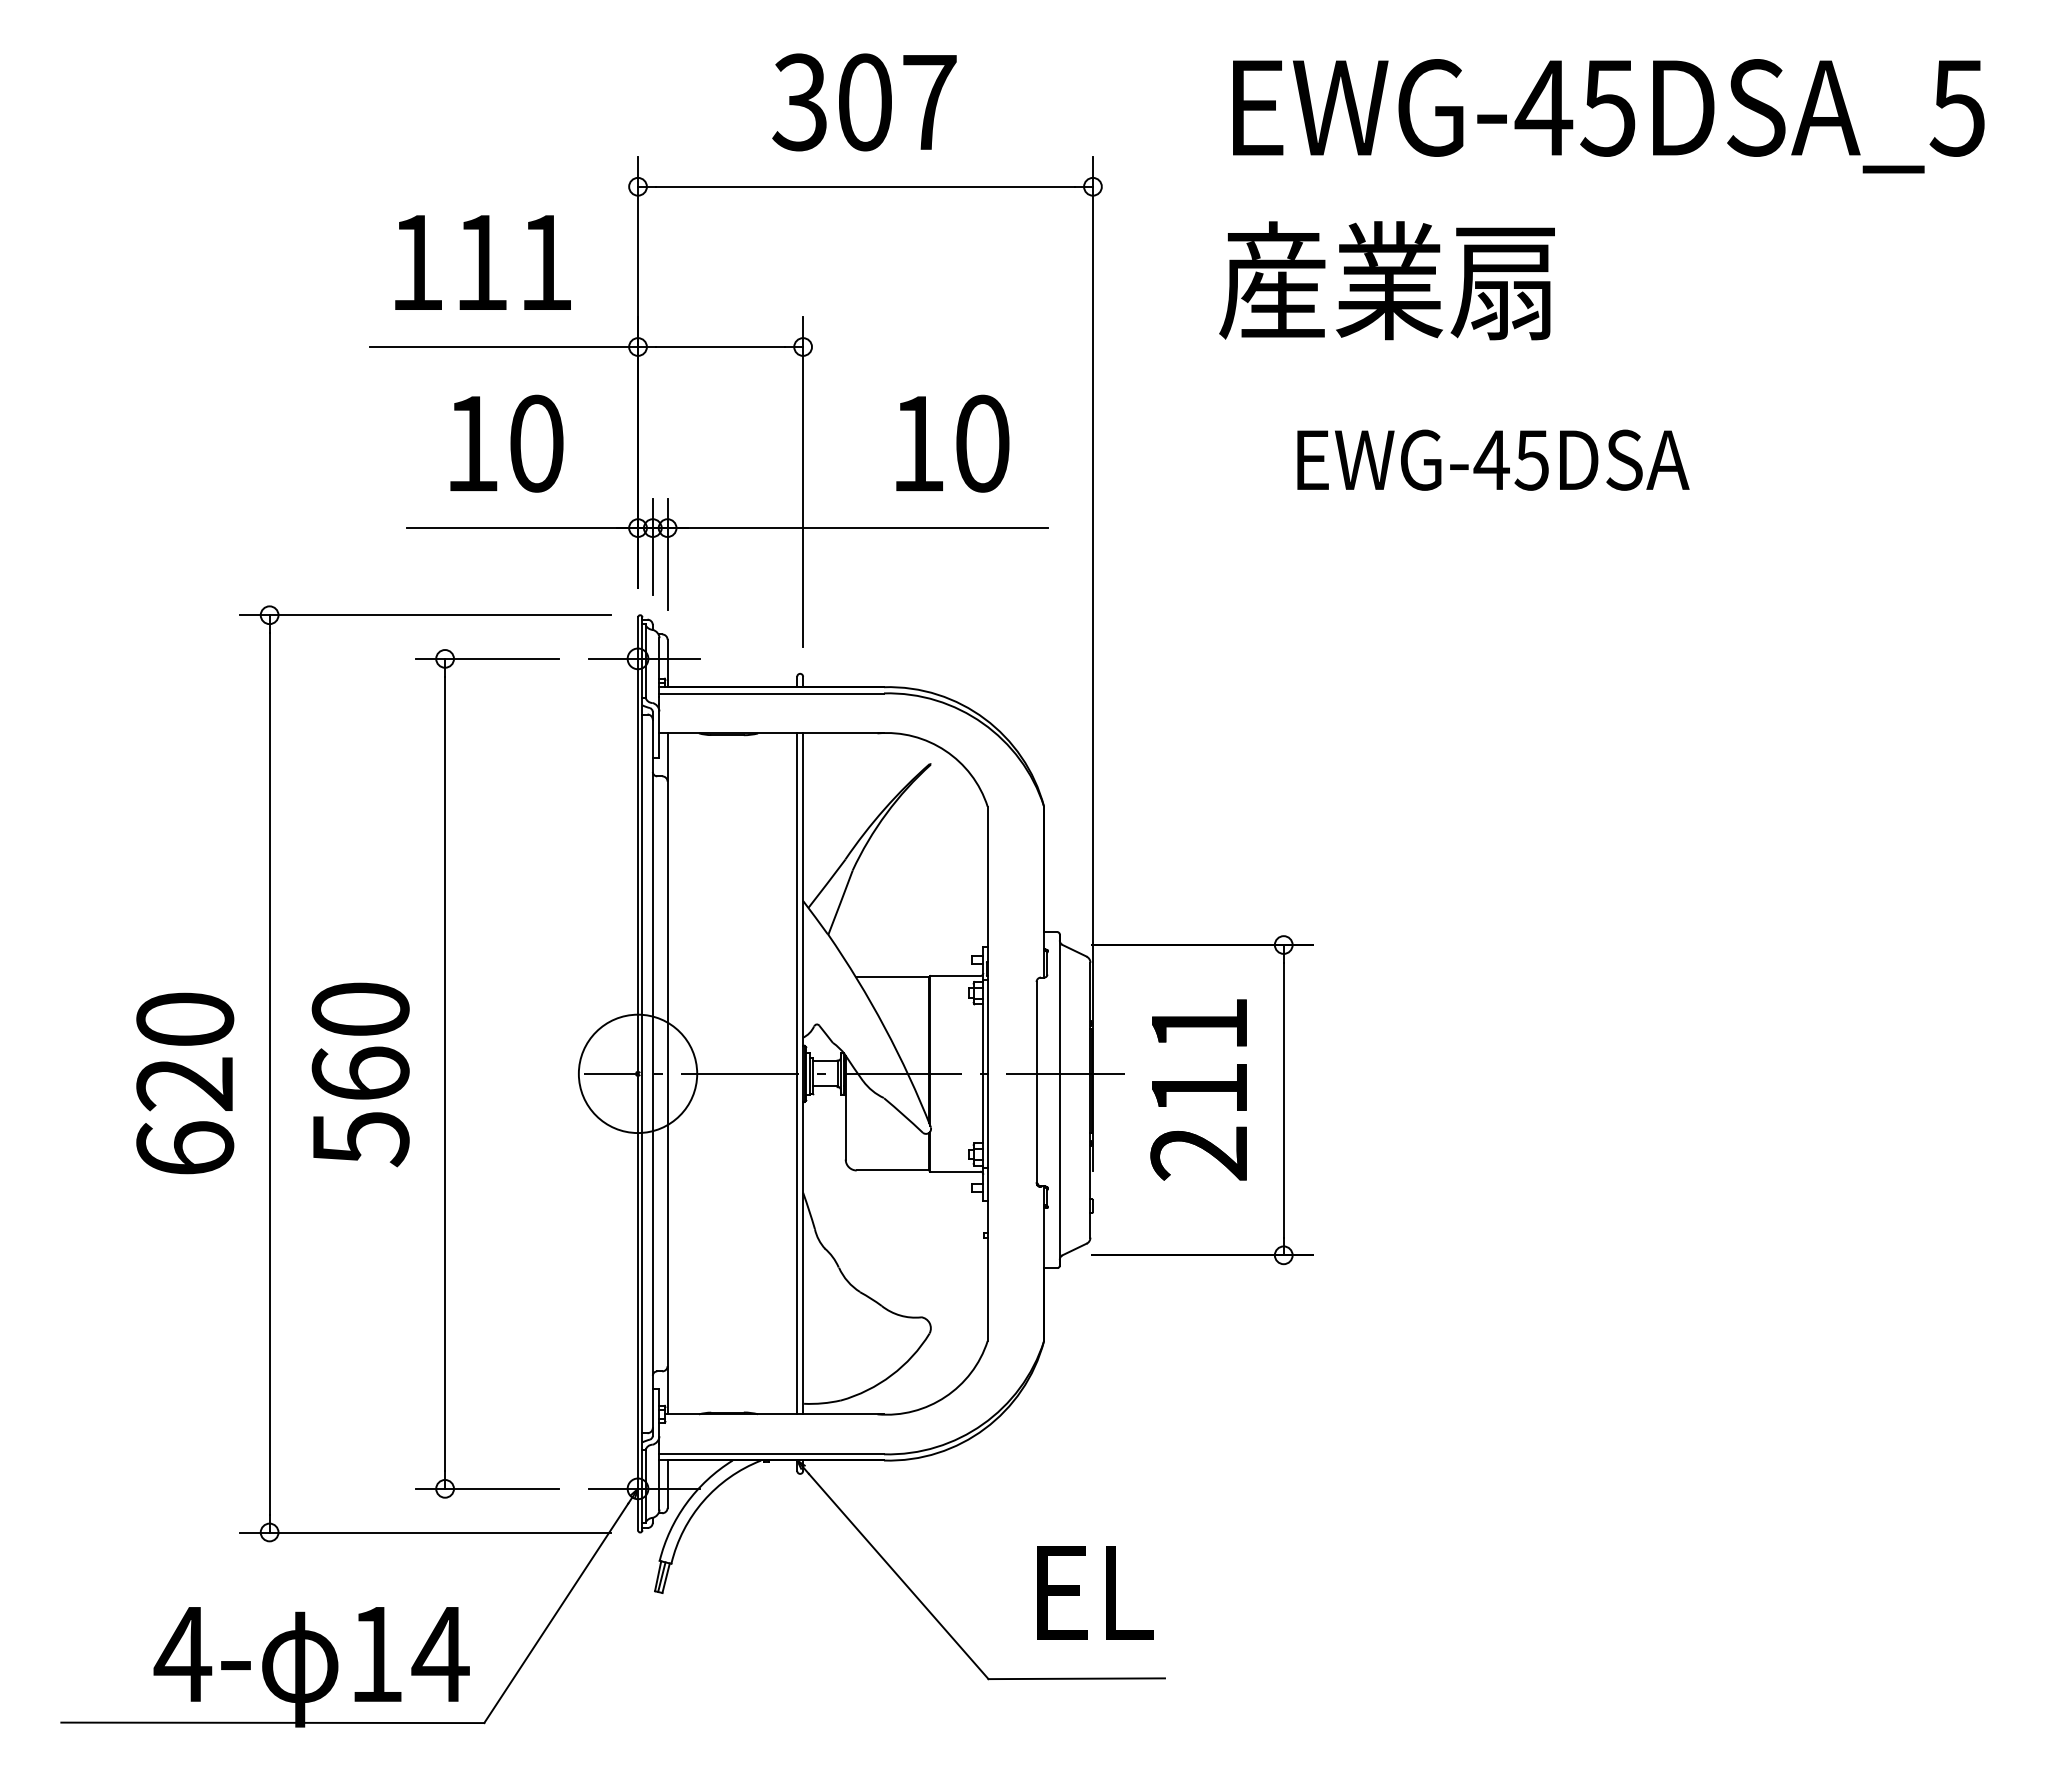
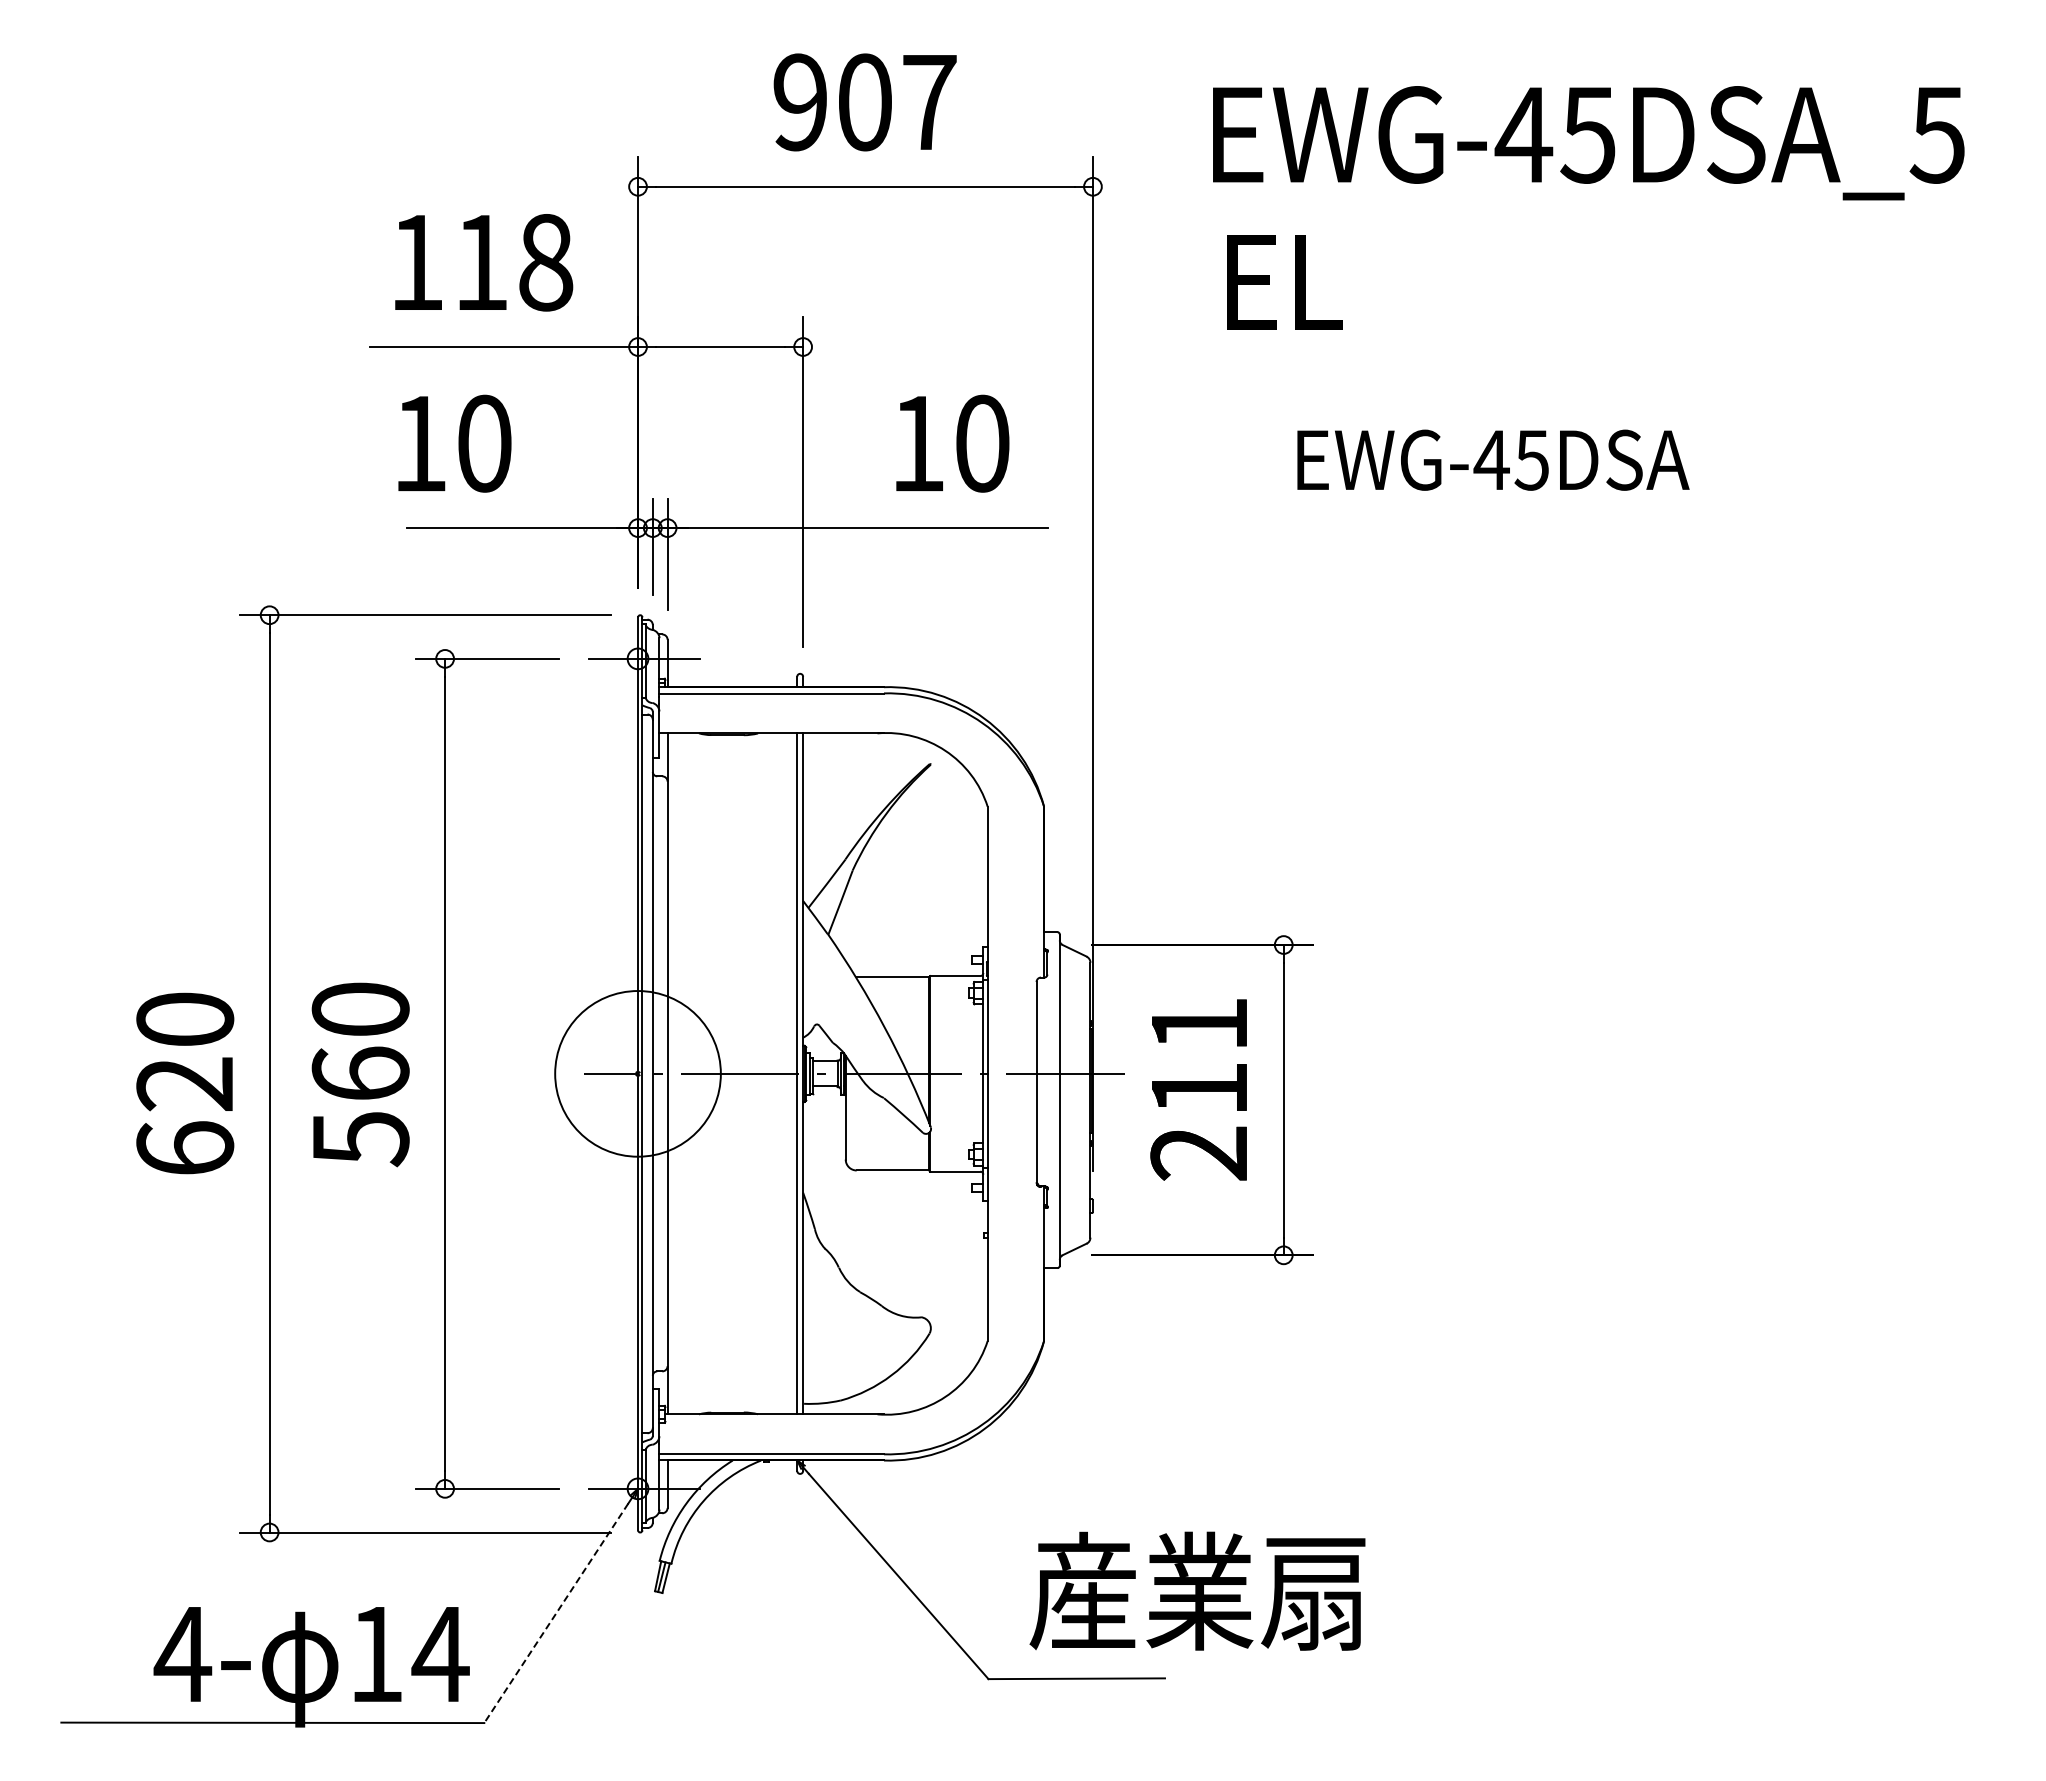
text at (799, 102): 307 -> 907
text at (1608, 116) position: (1608, 116) -> (1588, 143)
text at (546, 262): 111 -> 118
text at (1386, 280): 産業扇 -> EL
text at (506, 443) position: (506, 443) -> (454, 443)
circle at (637, 1073) diameter: 118 px -> 166 px
text at (1197, 1590): EL -> 産業扇
line at (556, 1613): solid -> dashed
